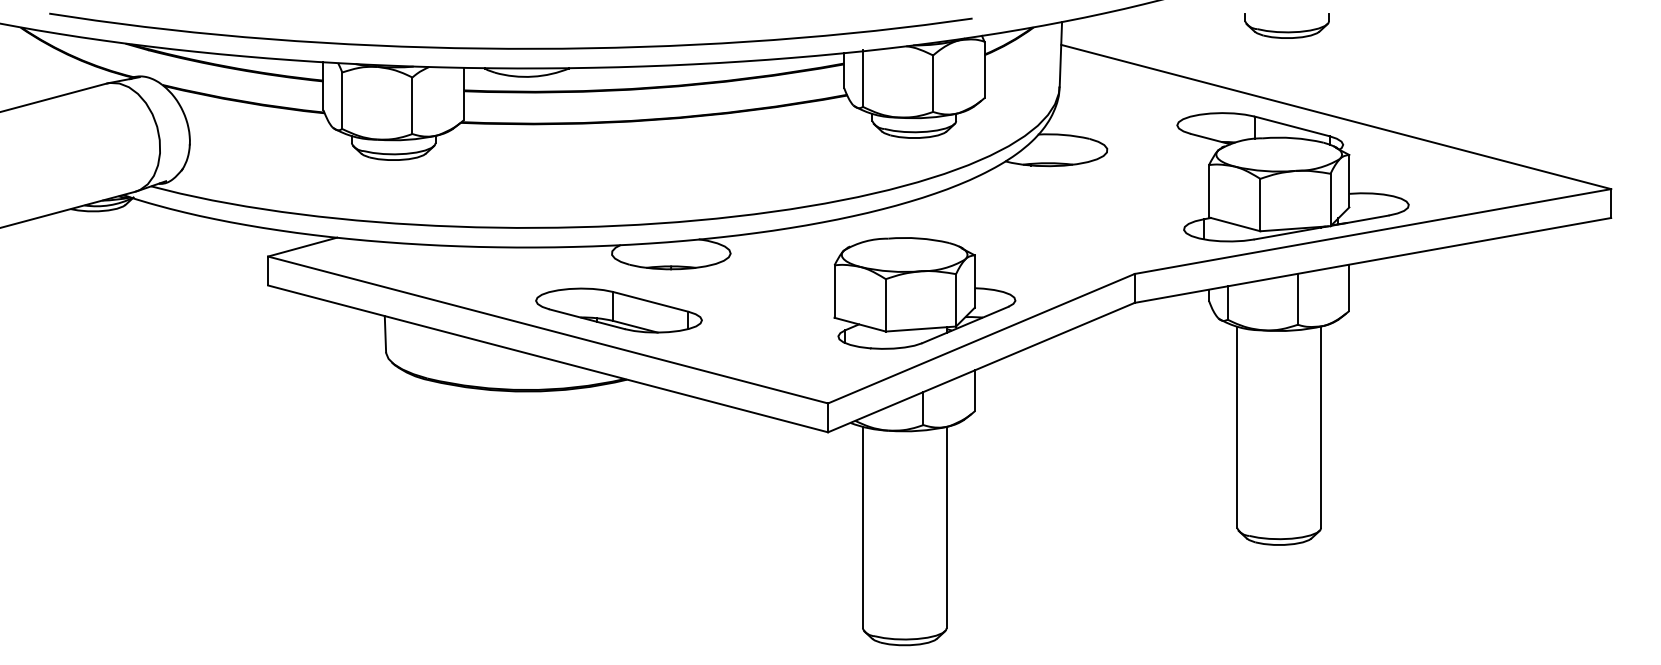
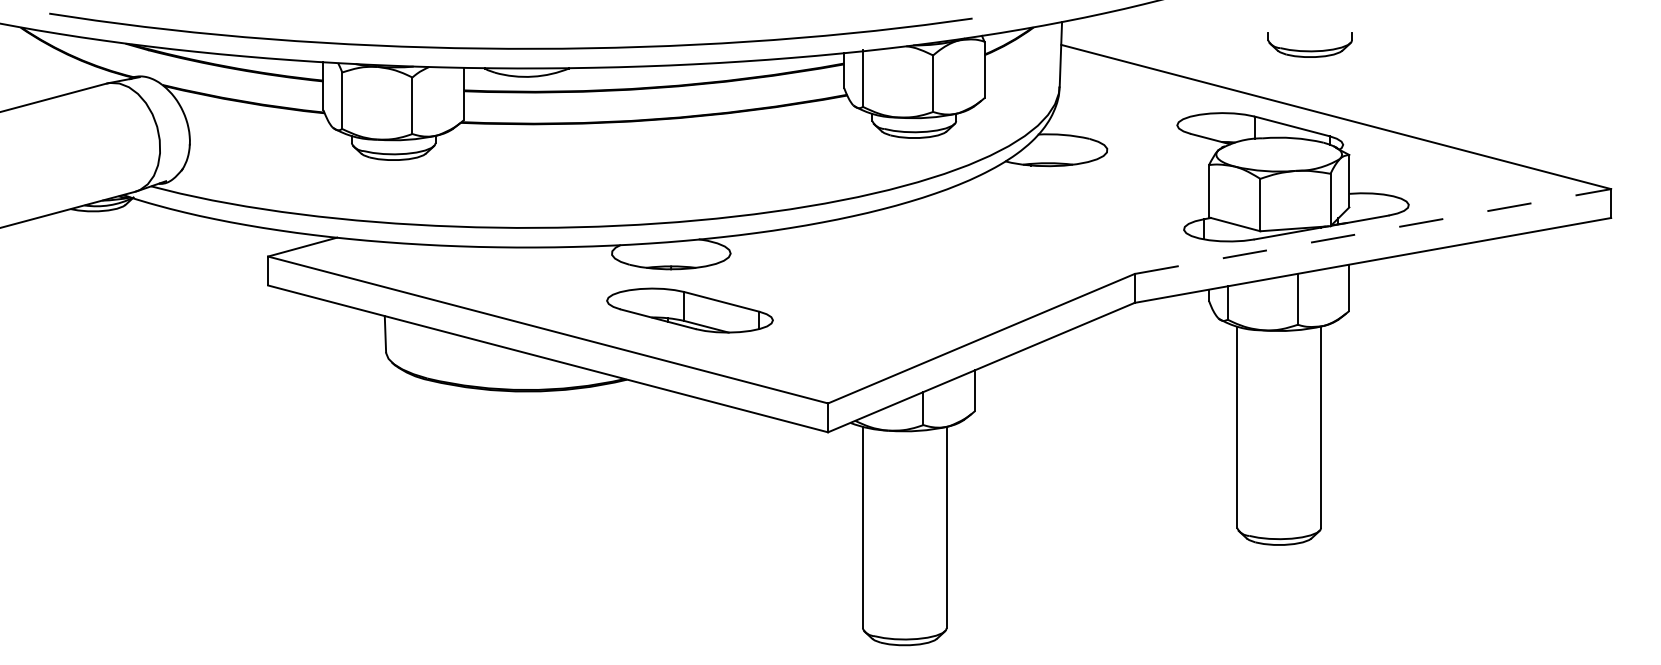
part at (1286, 25) position: (1286, 25) -> (1309, 44)
line at (1372, 231): solid -> dashed
part at (924, 293): present -> none
part at (618, 310) position: (618, 310) -> (689, 310)
